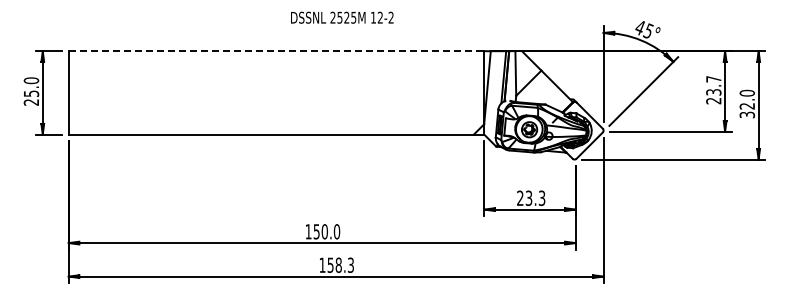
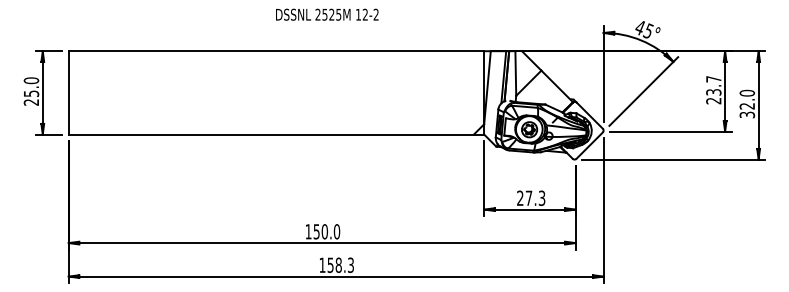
text at (342, 17) position: (342, 17) -> (327, 14)
line at (276, 51): dashed -> solid
text at (528, 198): 23.3 -> 27.3
